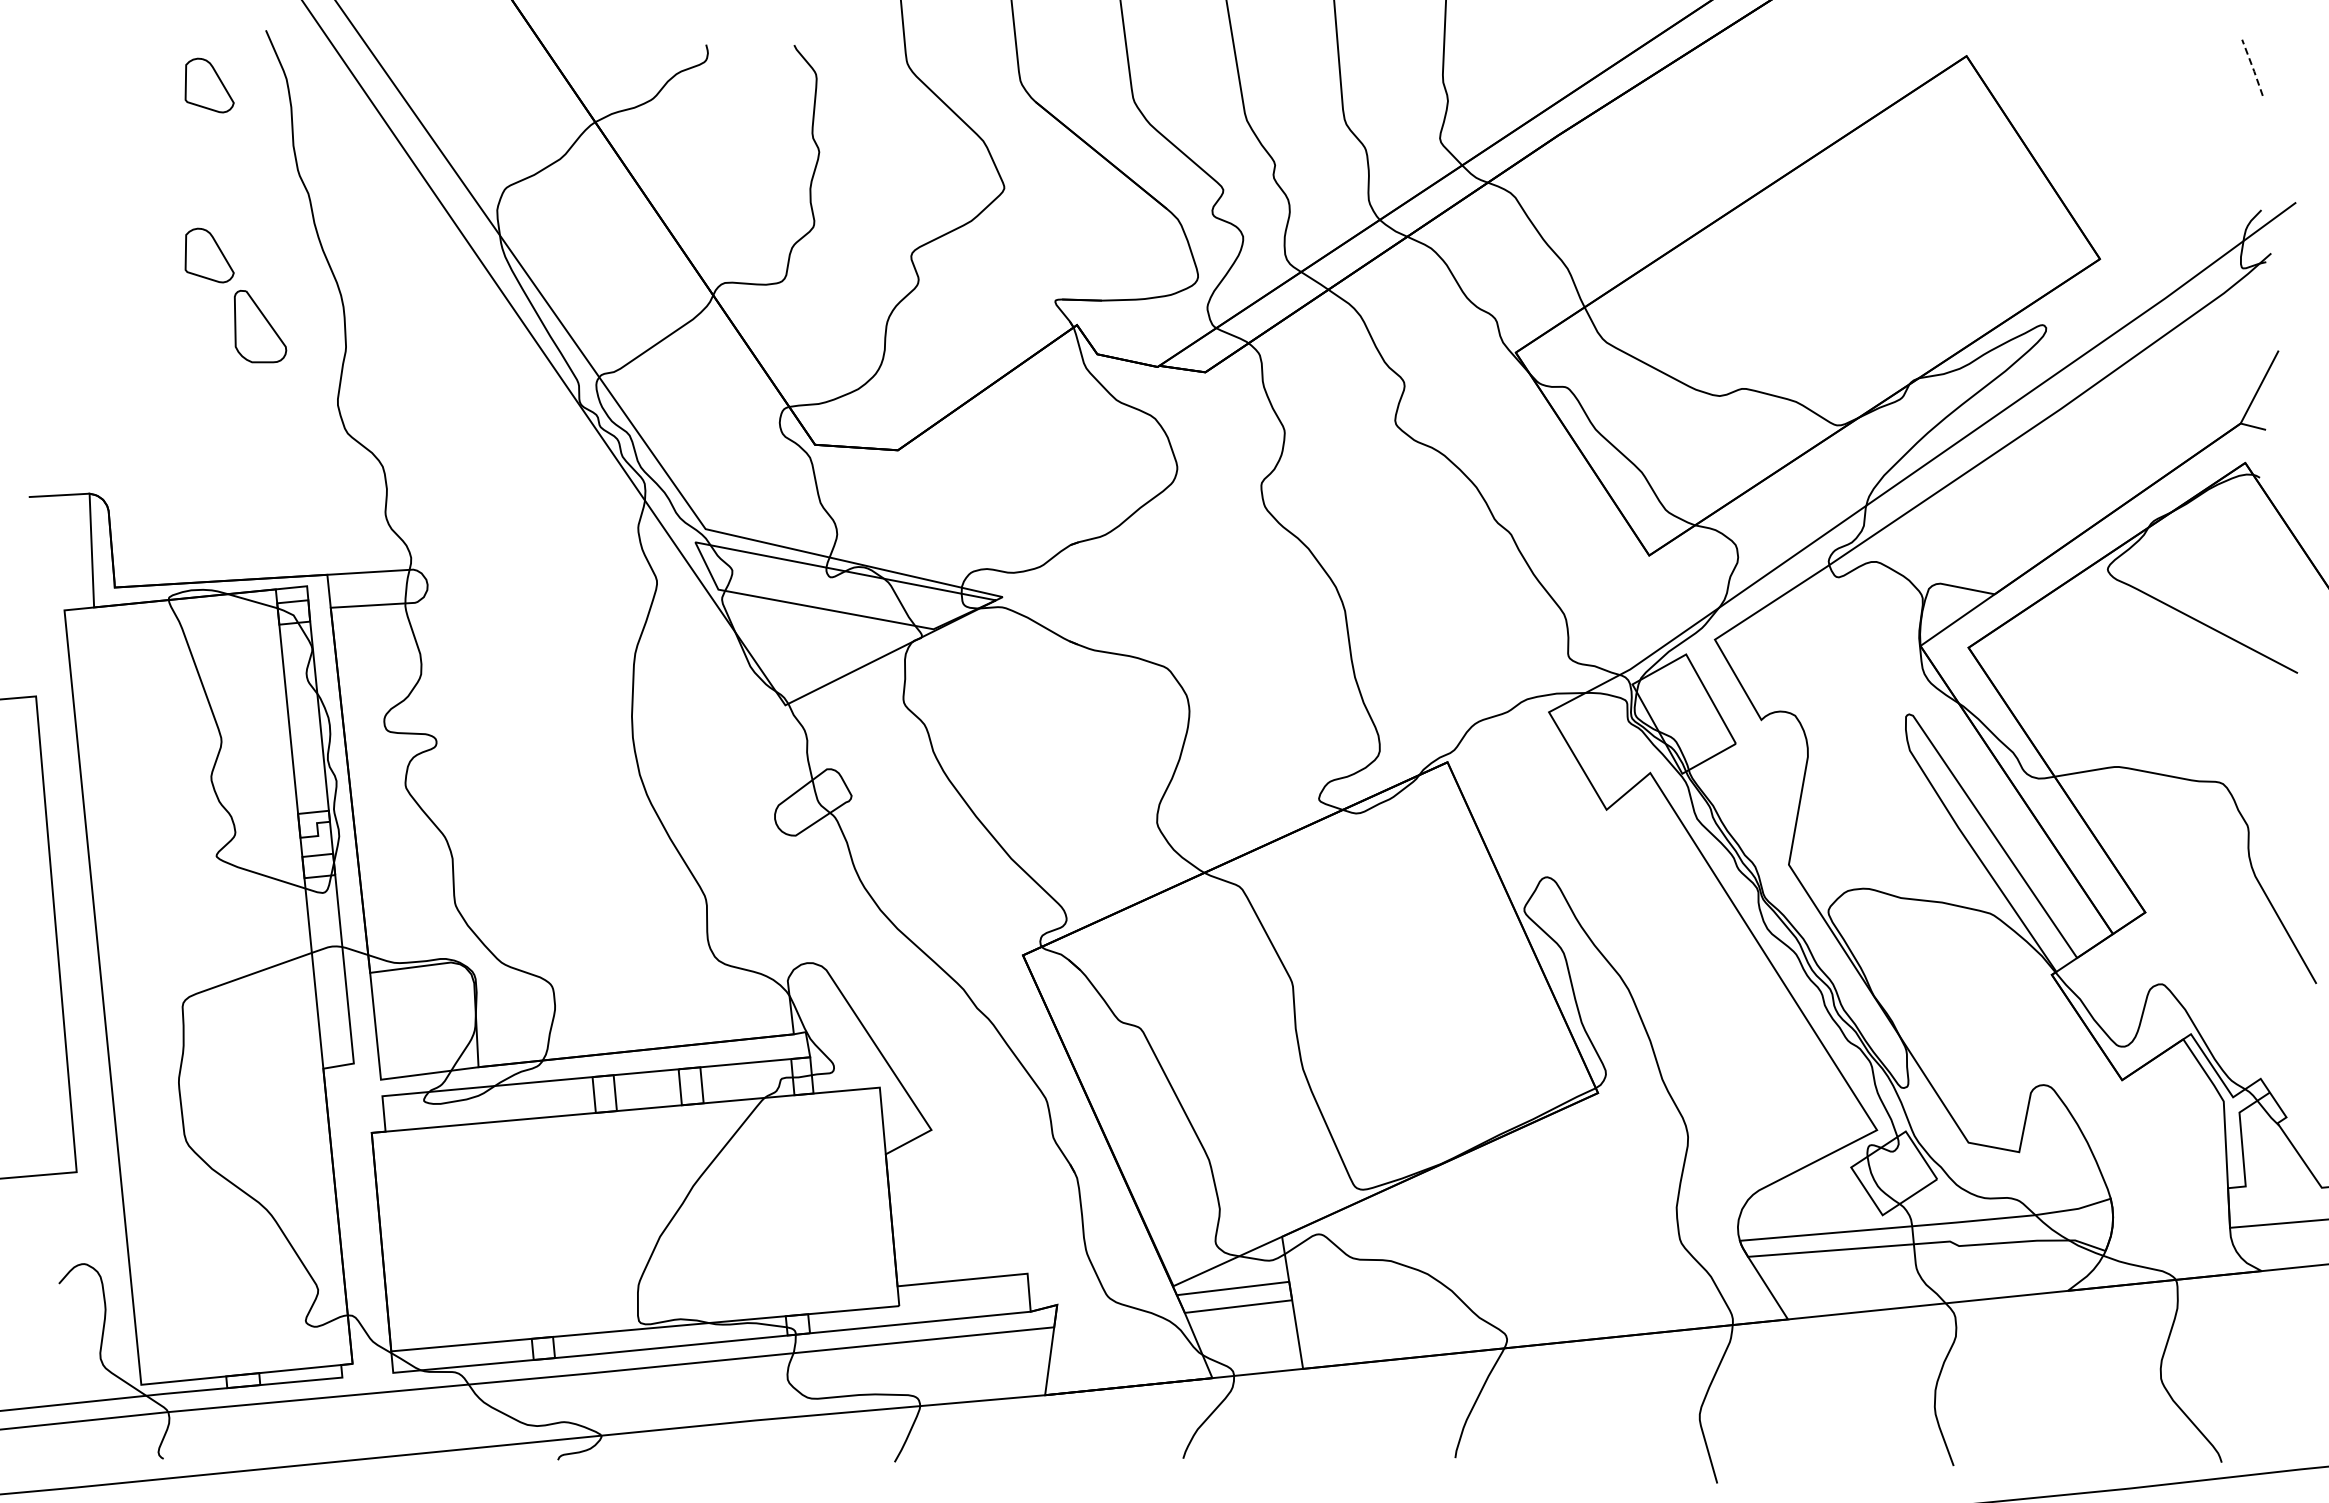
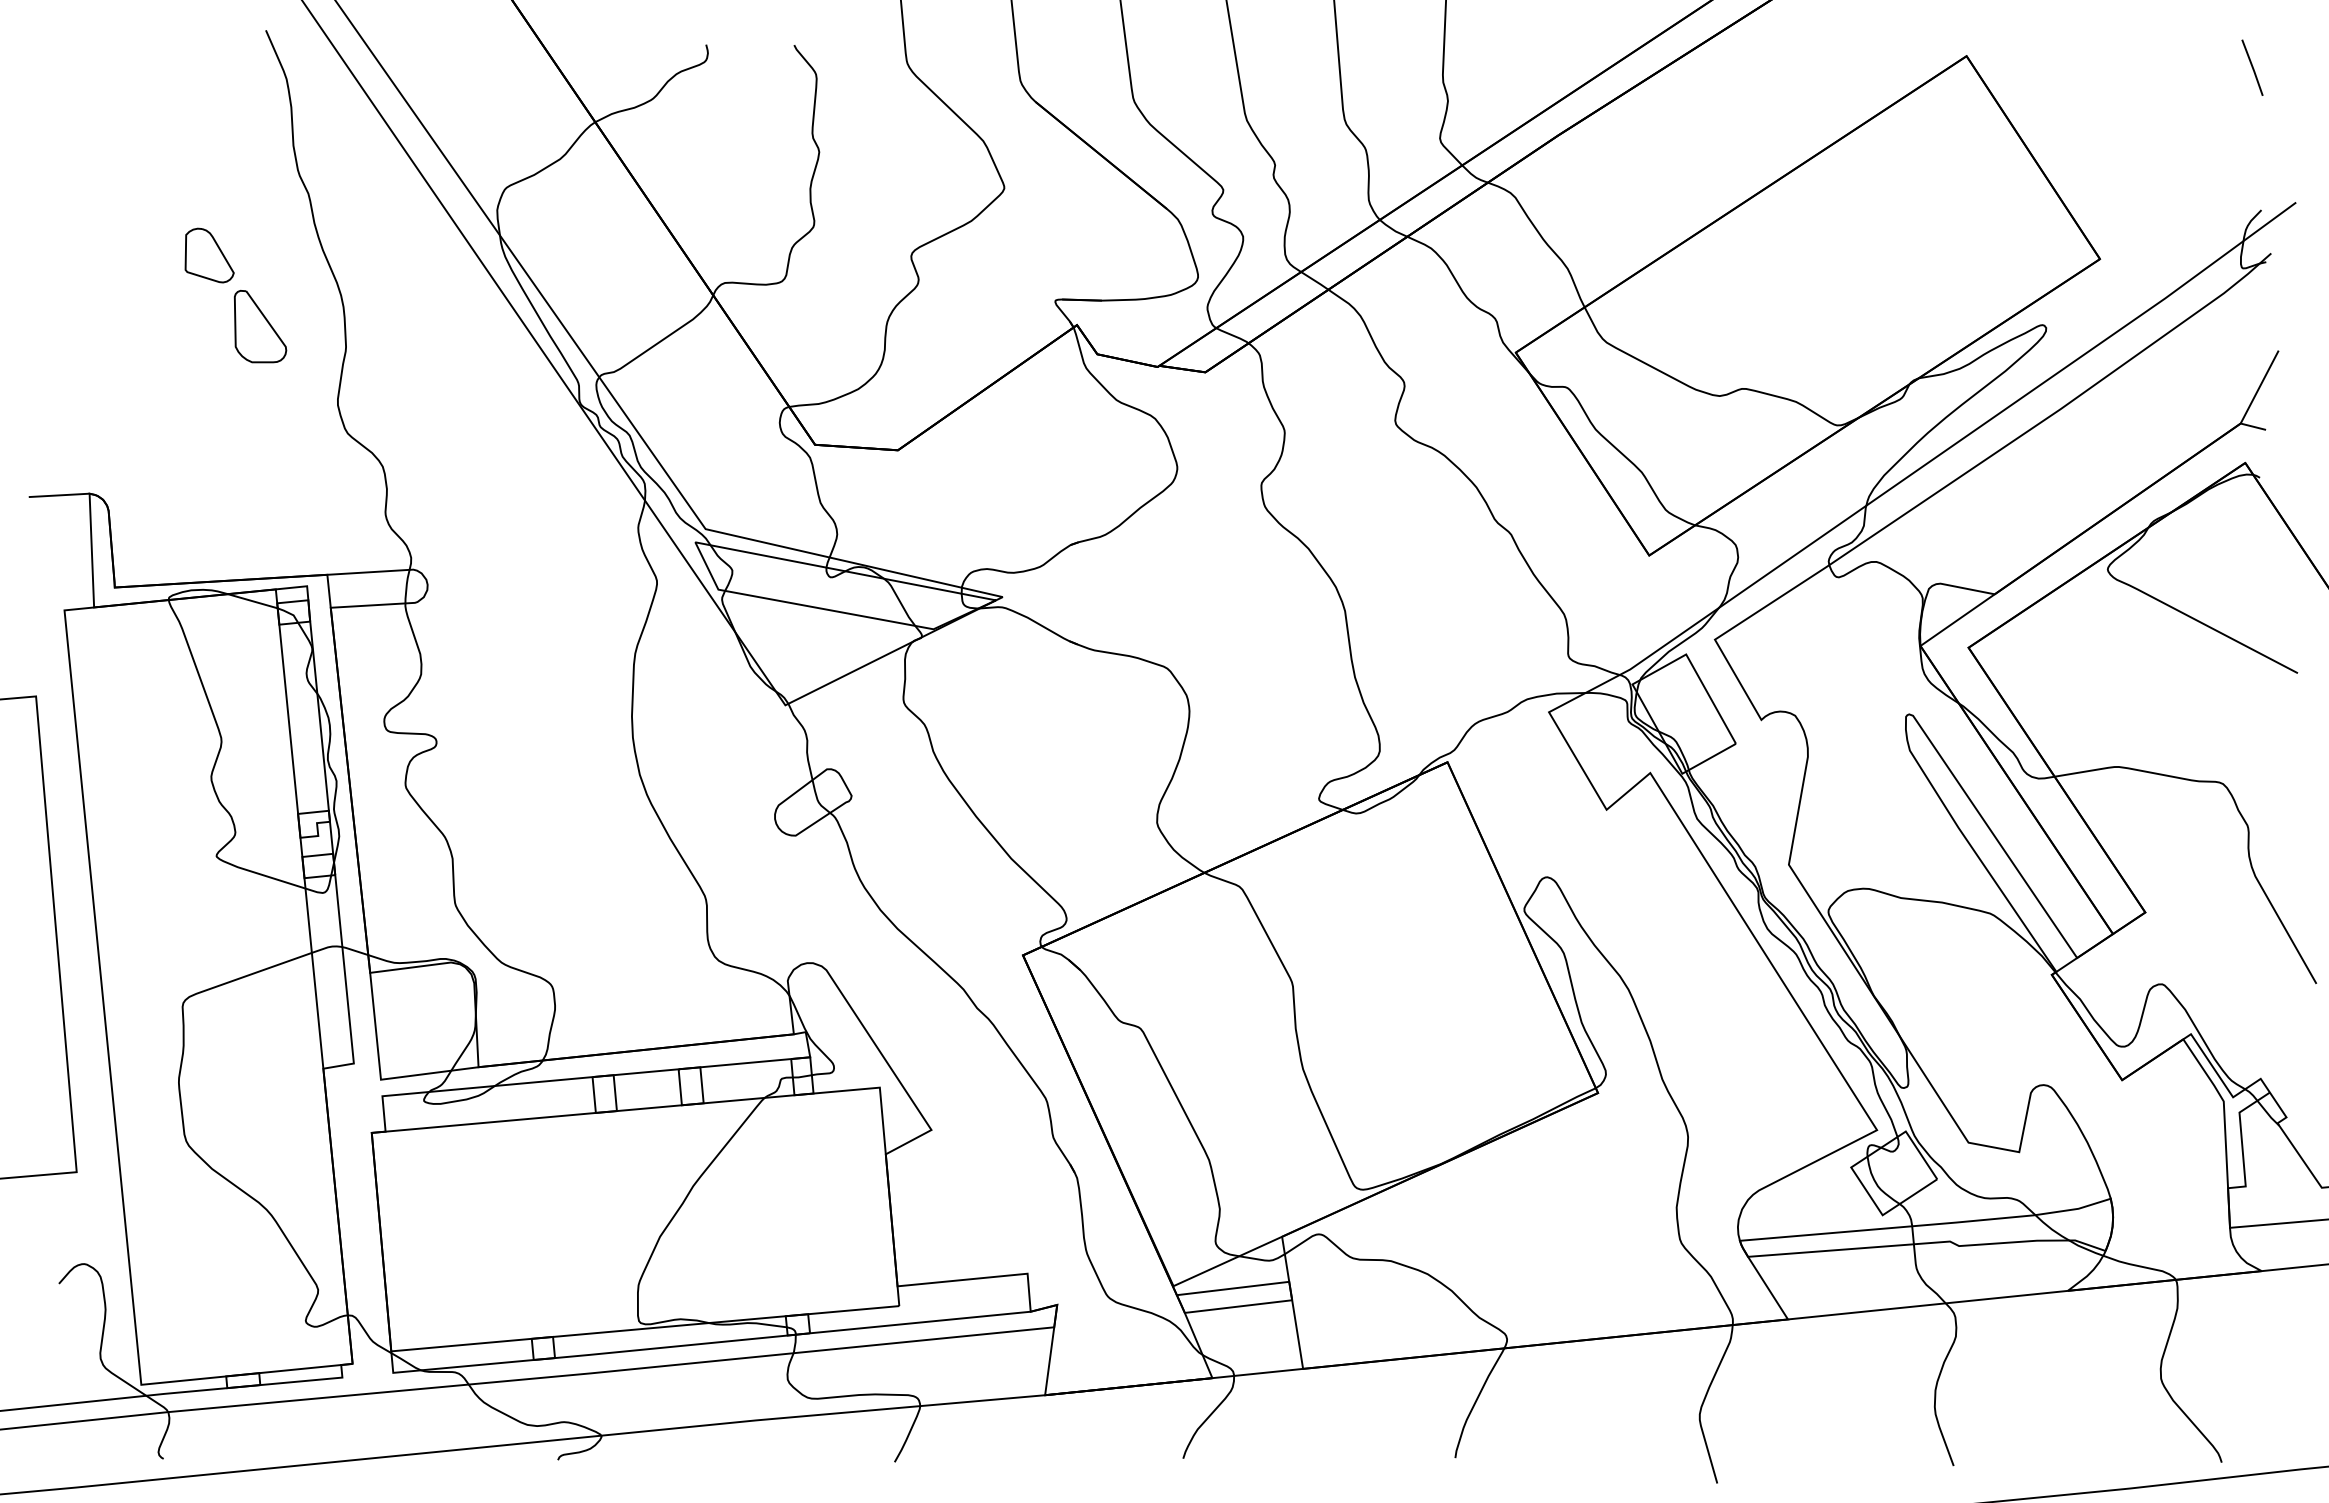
line at (2252, 67): dashed -> solid
part at (209, 85): present -> none
